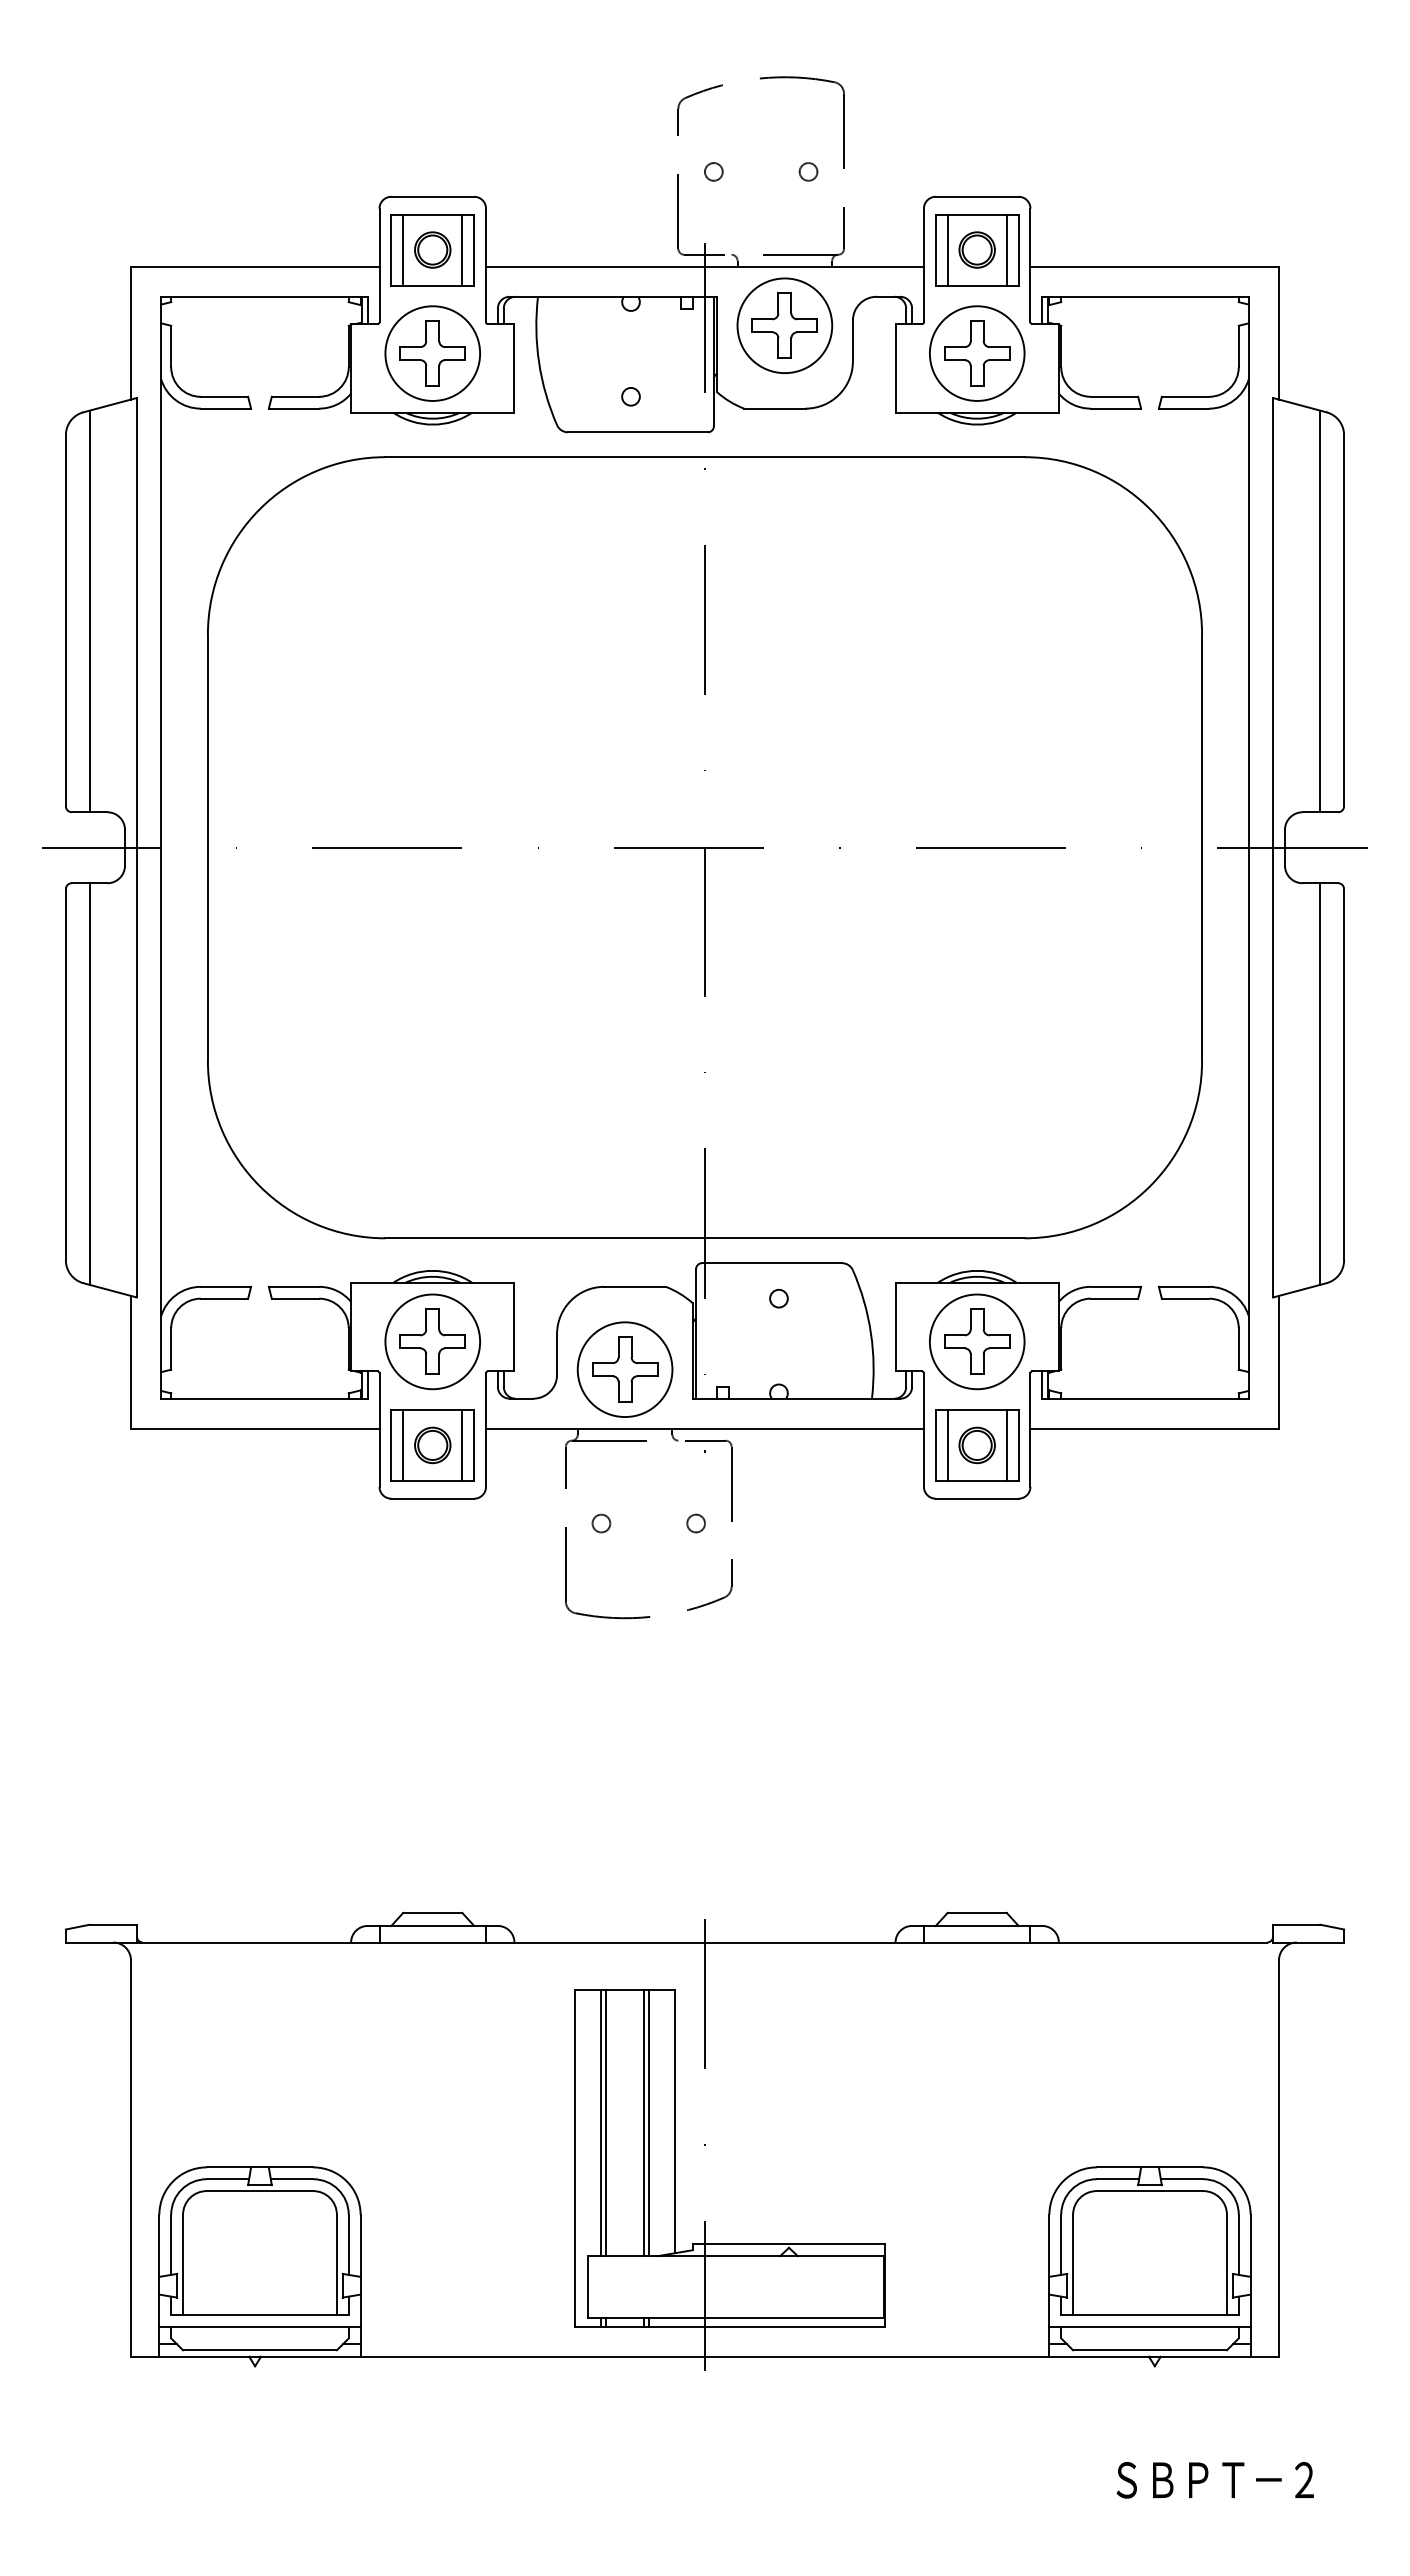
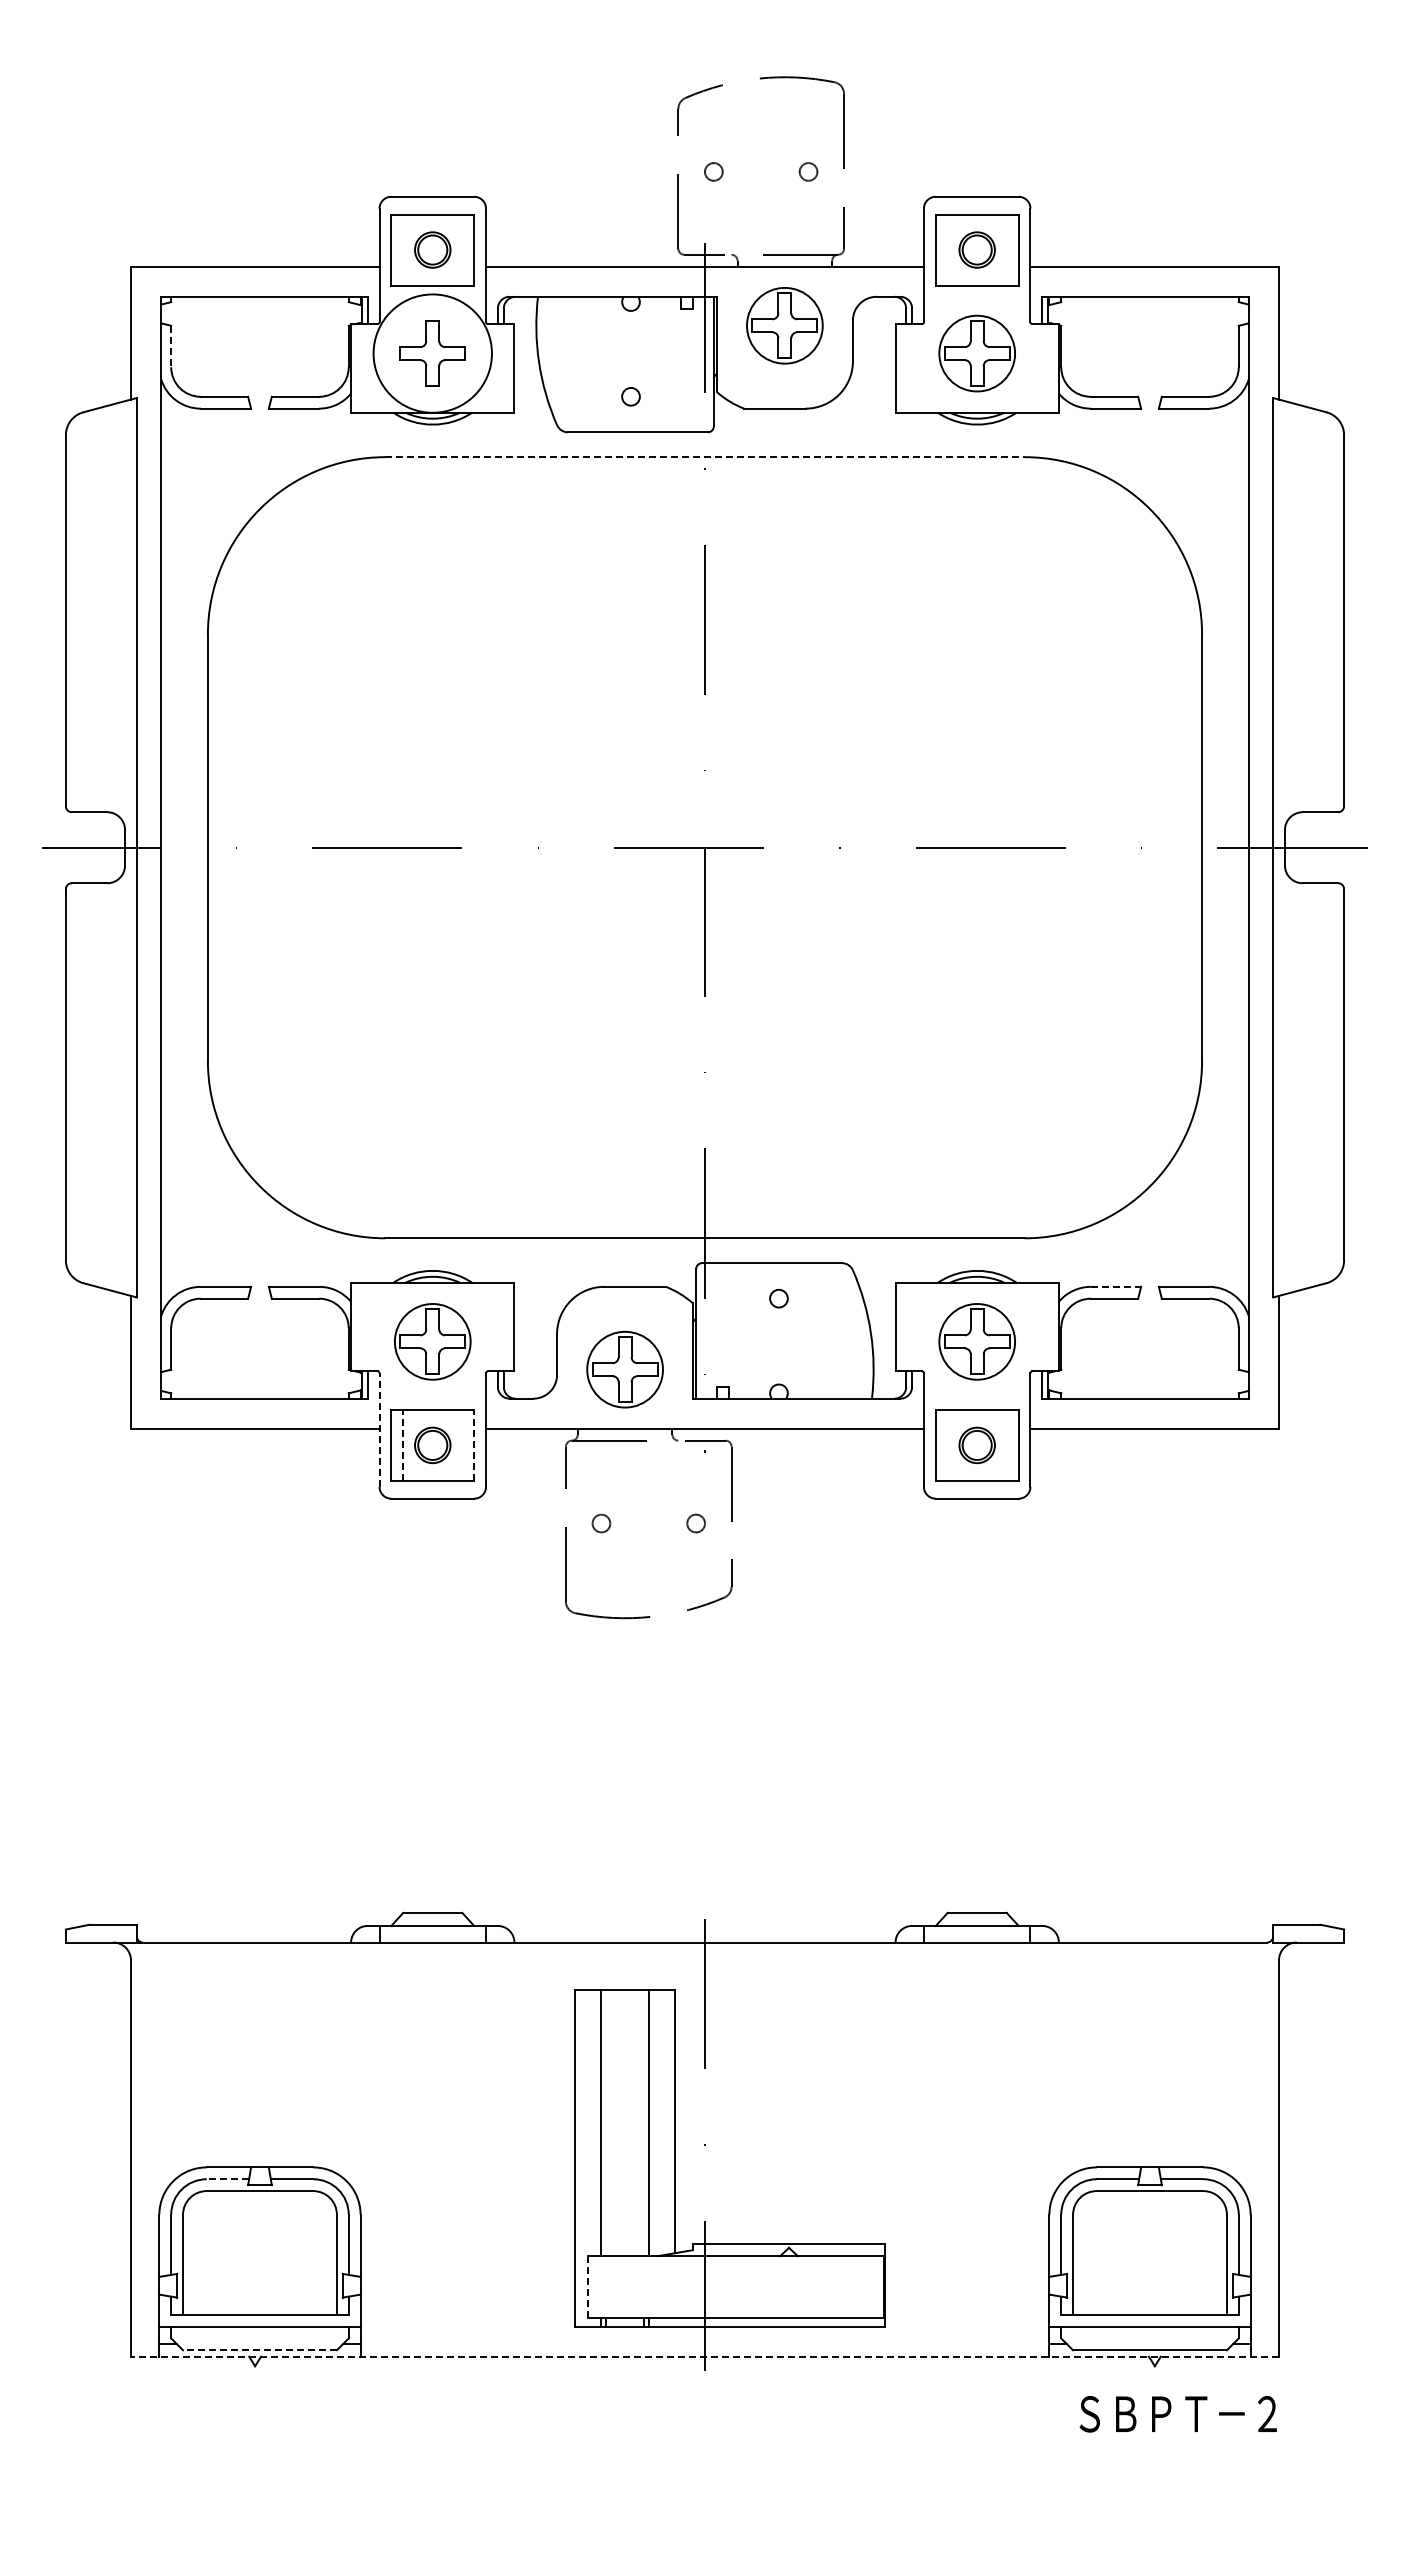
line at (403, 249): present -> none
line at (462, 249): present -> none
line at (947, 249): present -> none
line at (1006, 249): present -> none
circle at (784, 325) diameter: 95 px -> 76 px
line at (171, 346): solid -> dashed
circle at (432, 353) diameter: 95 px -> 118 px
circle at (976, 353) diameter: 95 px -> 76 px
line at (705, 457): solid -> dashed
line at (89, 611): present -> none
line at (1320, 611): present -> none
line at (89, 1083): present -> none
line at (1320, 1083): present -> none
line at (1116, 1286): solid -> dashed
circle at (432, 1341) diameter: 95 px -> 76 px
circle at (976, 1341) diameter: 95 px -> 76 px
circle at (624, 1369) diameter: 95 px -> 76 px
line at (379, 1430): solid -> dashed
line at (462, 1444): present -> none
line at (947, 1444): present -> none
line at (1006, 1444): present -> none
line at (403, 1445): solid -> dashed
line at (474, 1445): solid -> dashed
line at (605, 2122): present -> none
line at (644, 2122): present -> none
line at (227, 2179): solid -> dashed
line at (587, 2286): solid -> dashed
line at (259, 2350): solid -> dashed
line at (704, 2356): solid -> dashed
text at (1214, 2480) position: (1214, 2480) -> (1177, 2414)
